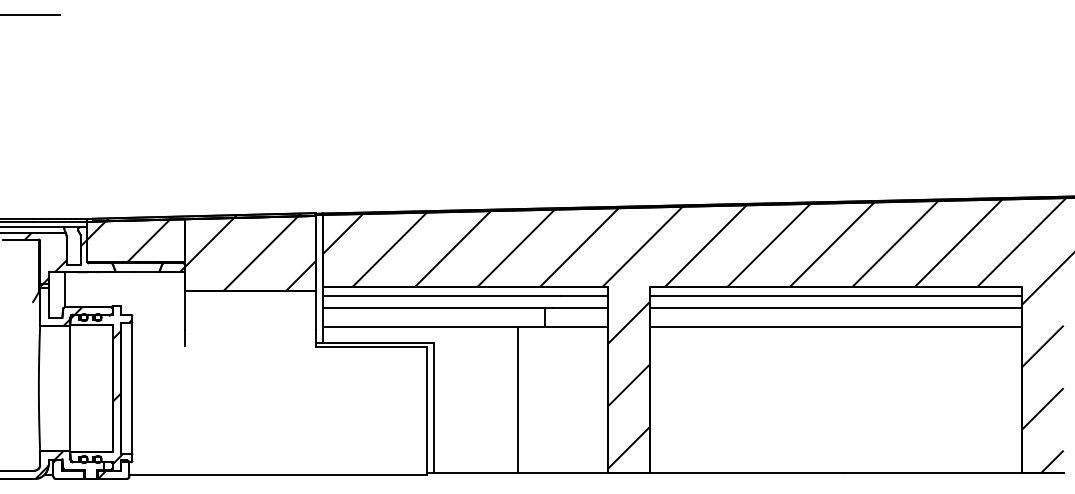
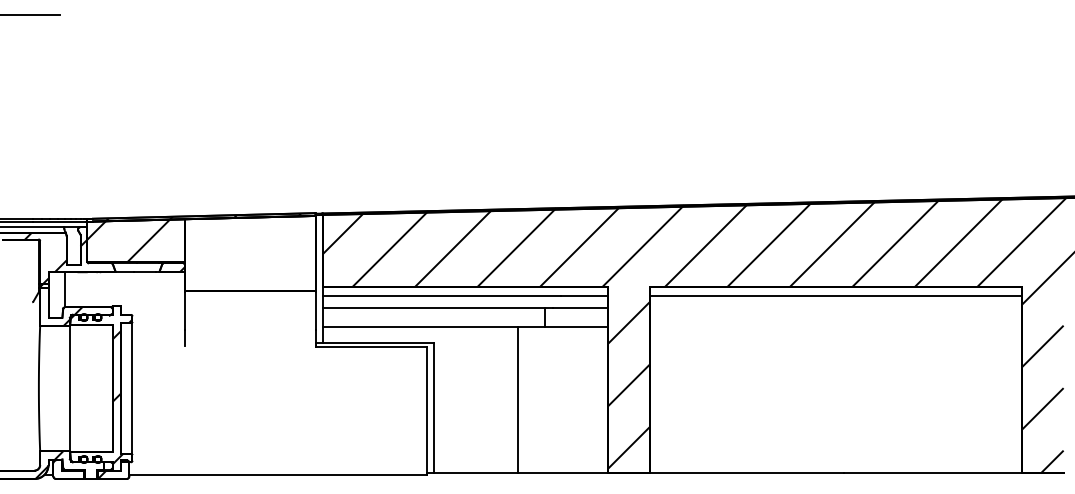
hatch at (249, 253): present -> none
line at (835, 307): present -> none
line at (835, 326): present -> none
